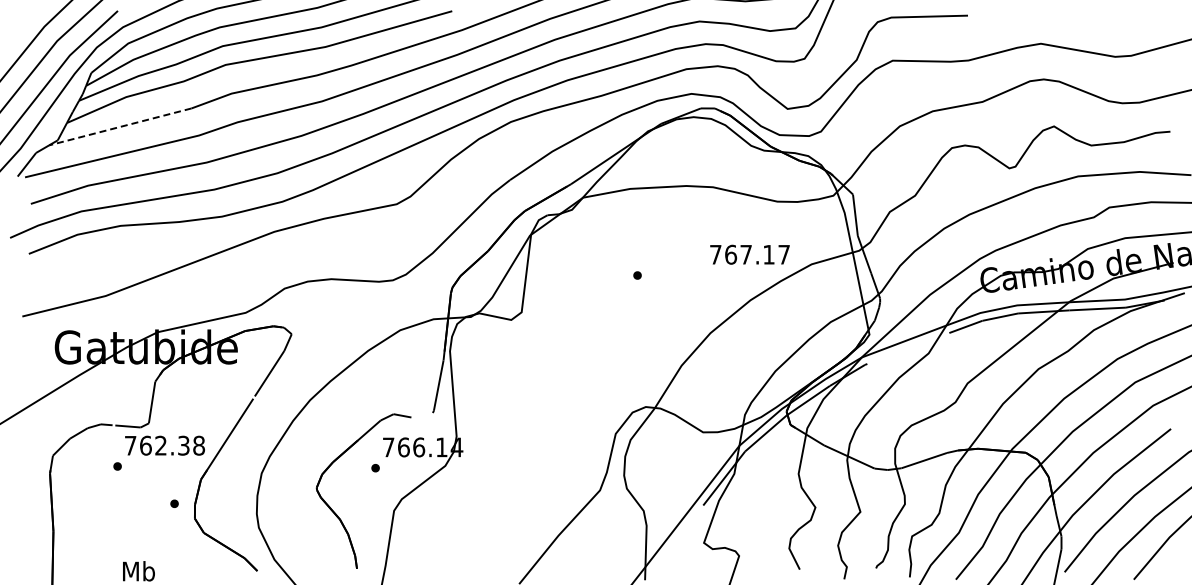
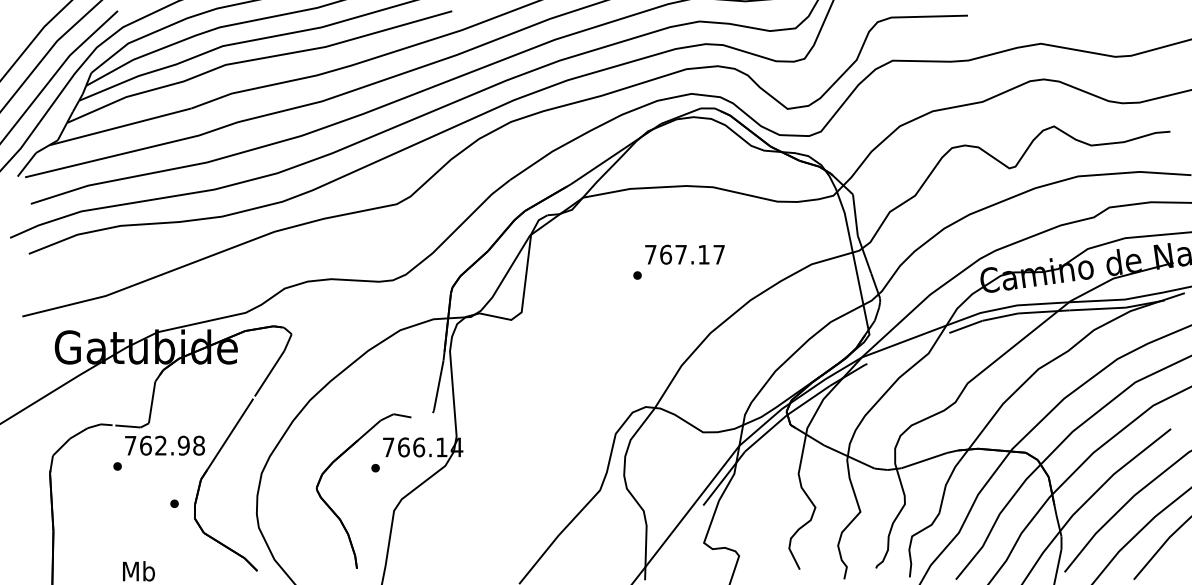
line at (120, 126): dashed -> solid
text at (749, 254) position: (749, 254) -> (684, 254)
text at (183, 445): 762.38 -> 762.98
